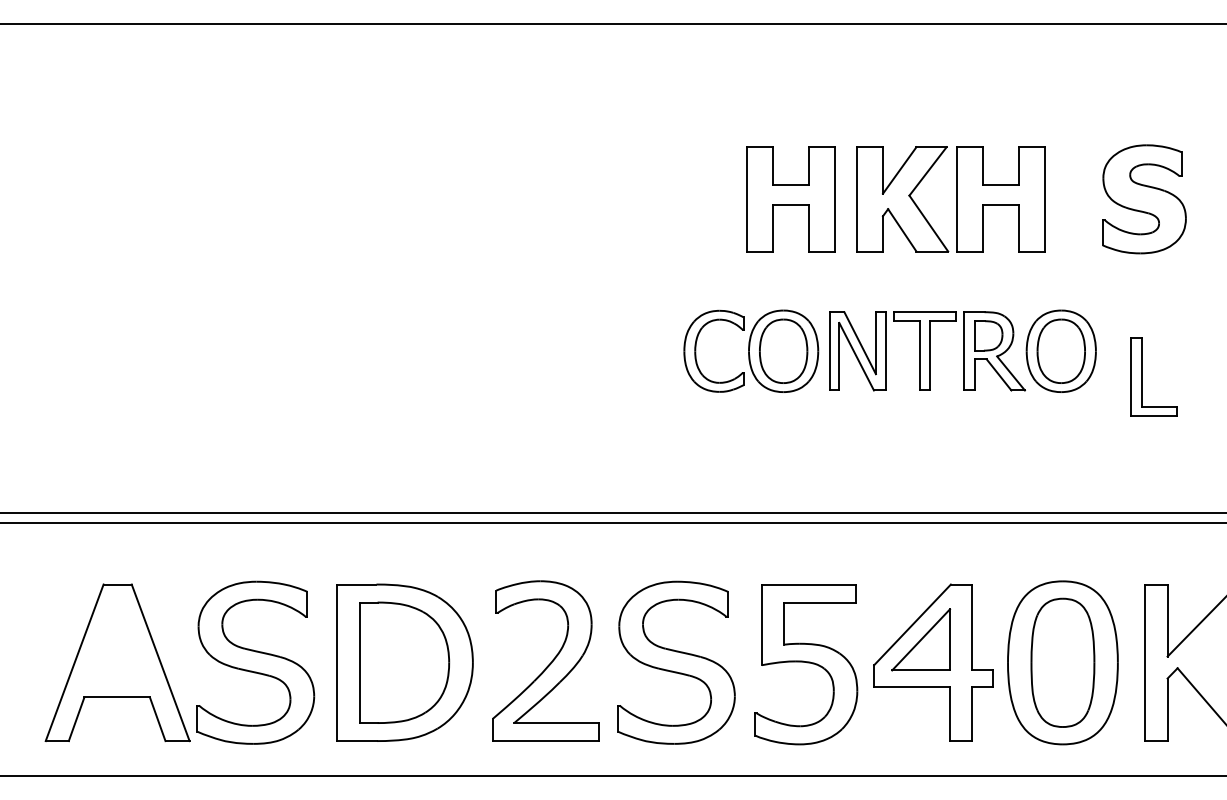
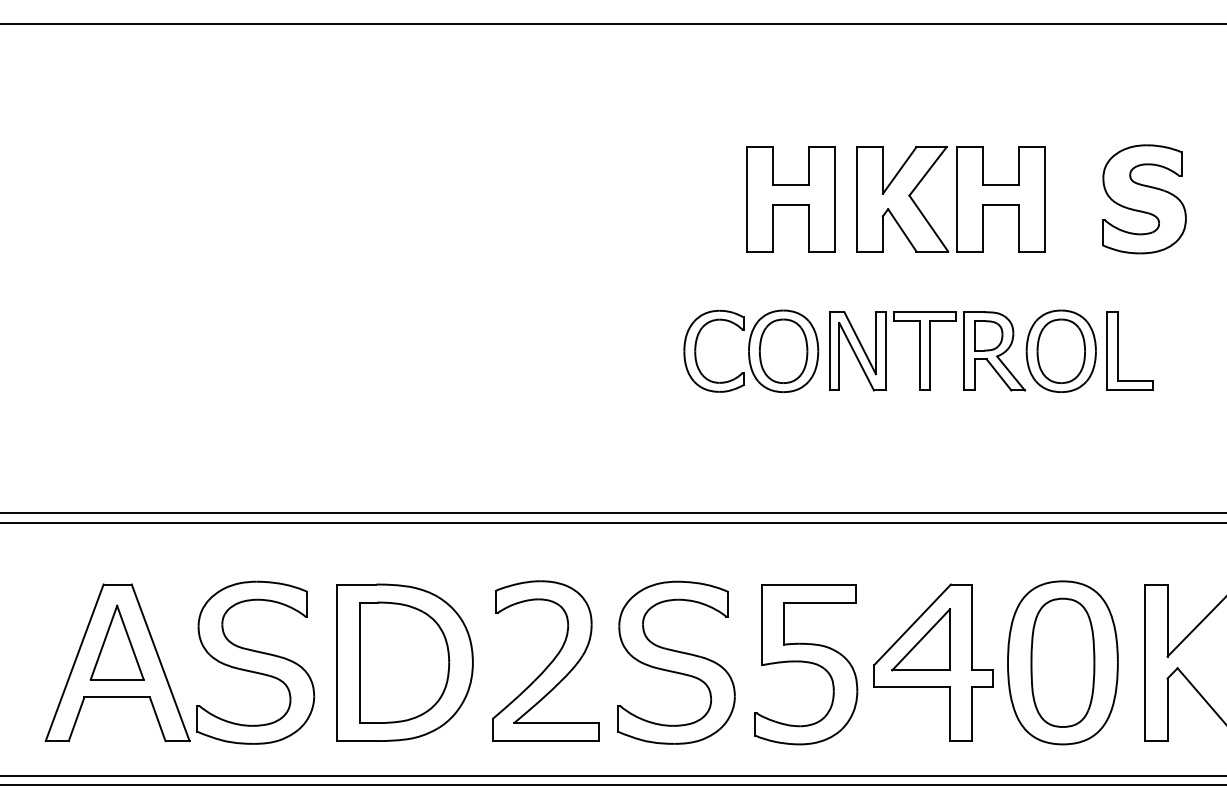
part at (1142, 376) position: (1142, 376) -> (1118, 350)
part at (116, 642): none -> present
line at (612, 785): none -> present
